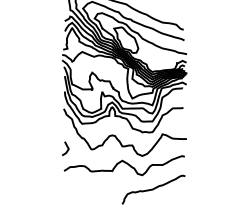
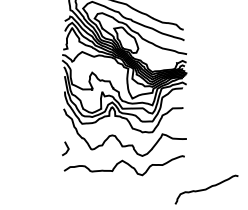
curve at (153, 189) position: (153, 189) -> (206, 189)
